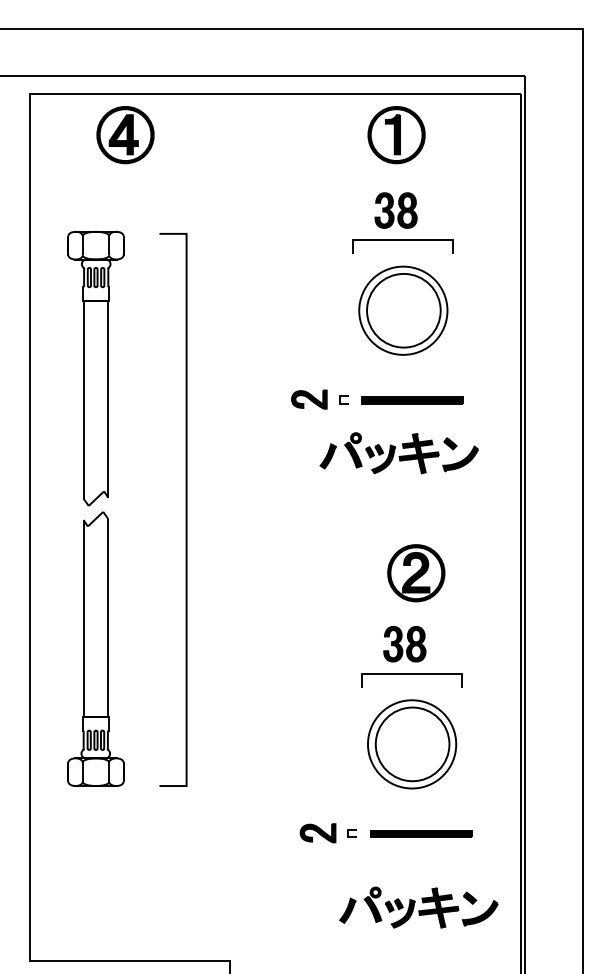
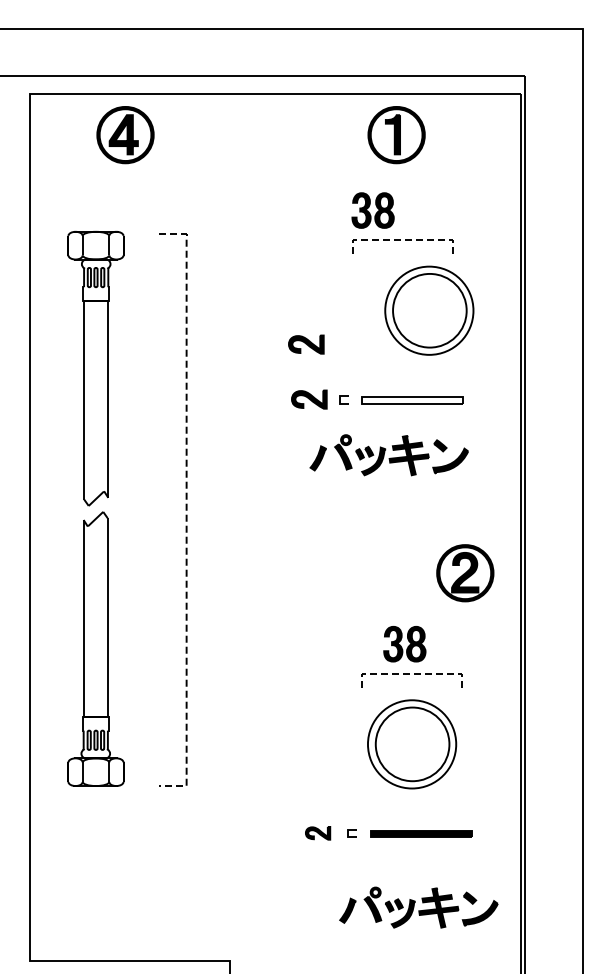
part at (395, 210) position: (395, 210) -> (372, 210)
line at (402, 240): solid -> dashed
part at (403, 310) position: (403, 310) -> (429, 310)
part at (306, 344): none -> present
fill at (412, 400): present -> none
part at (398, 453) position: (398, 453) -> (388, 455)
line at (186, 510): solid -> dashed
part at (416, 573) position: (416, 573) -> (465, 573)
line at (411, 673): solid -> dashed
part at (317, 833) size: 38x21 px -> 27x15 px
